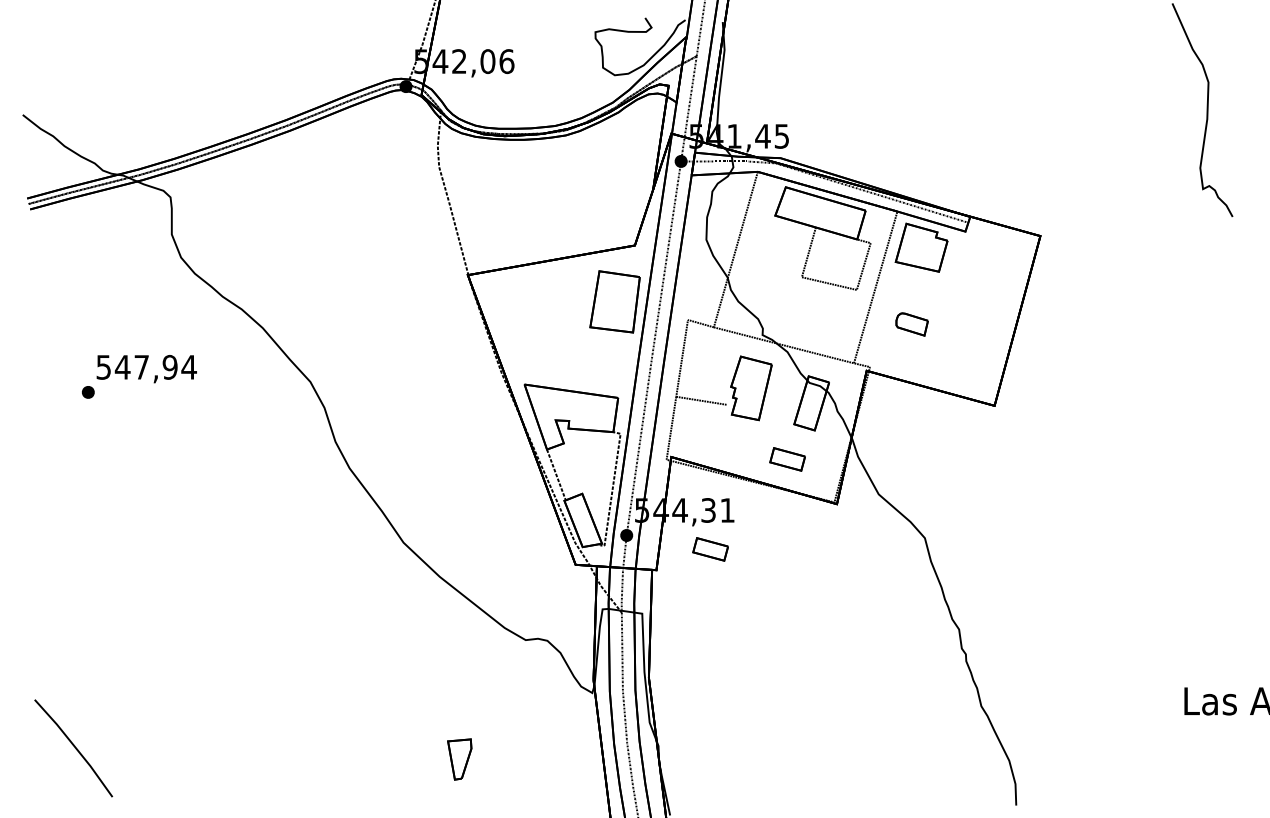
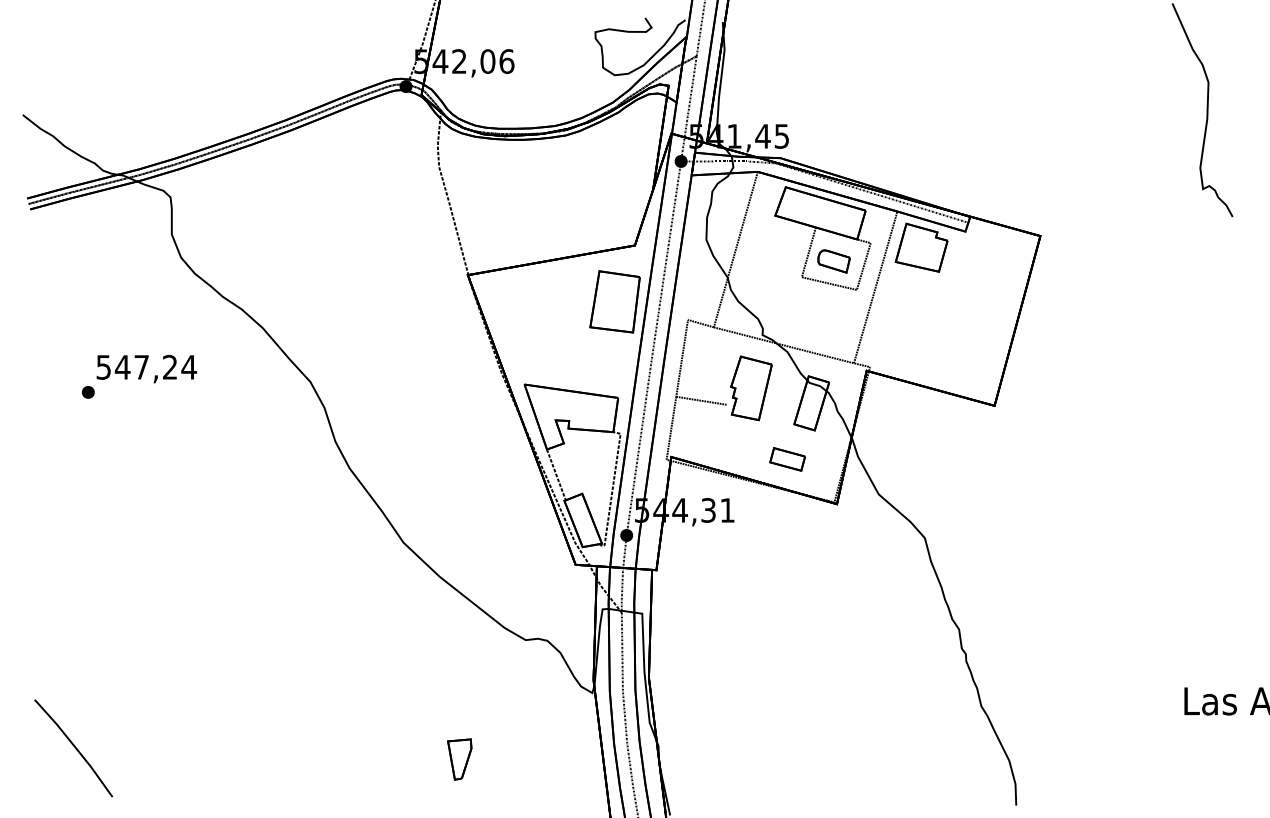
part at (911, 324) position: (911, 324) -> (833, 261)
text at (169, 367): 547,94 -> 547,24
part at (710, 549): present -> none
